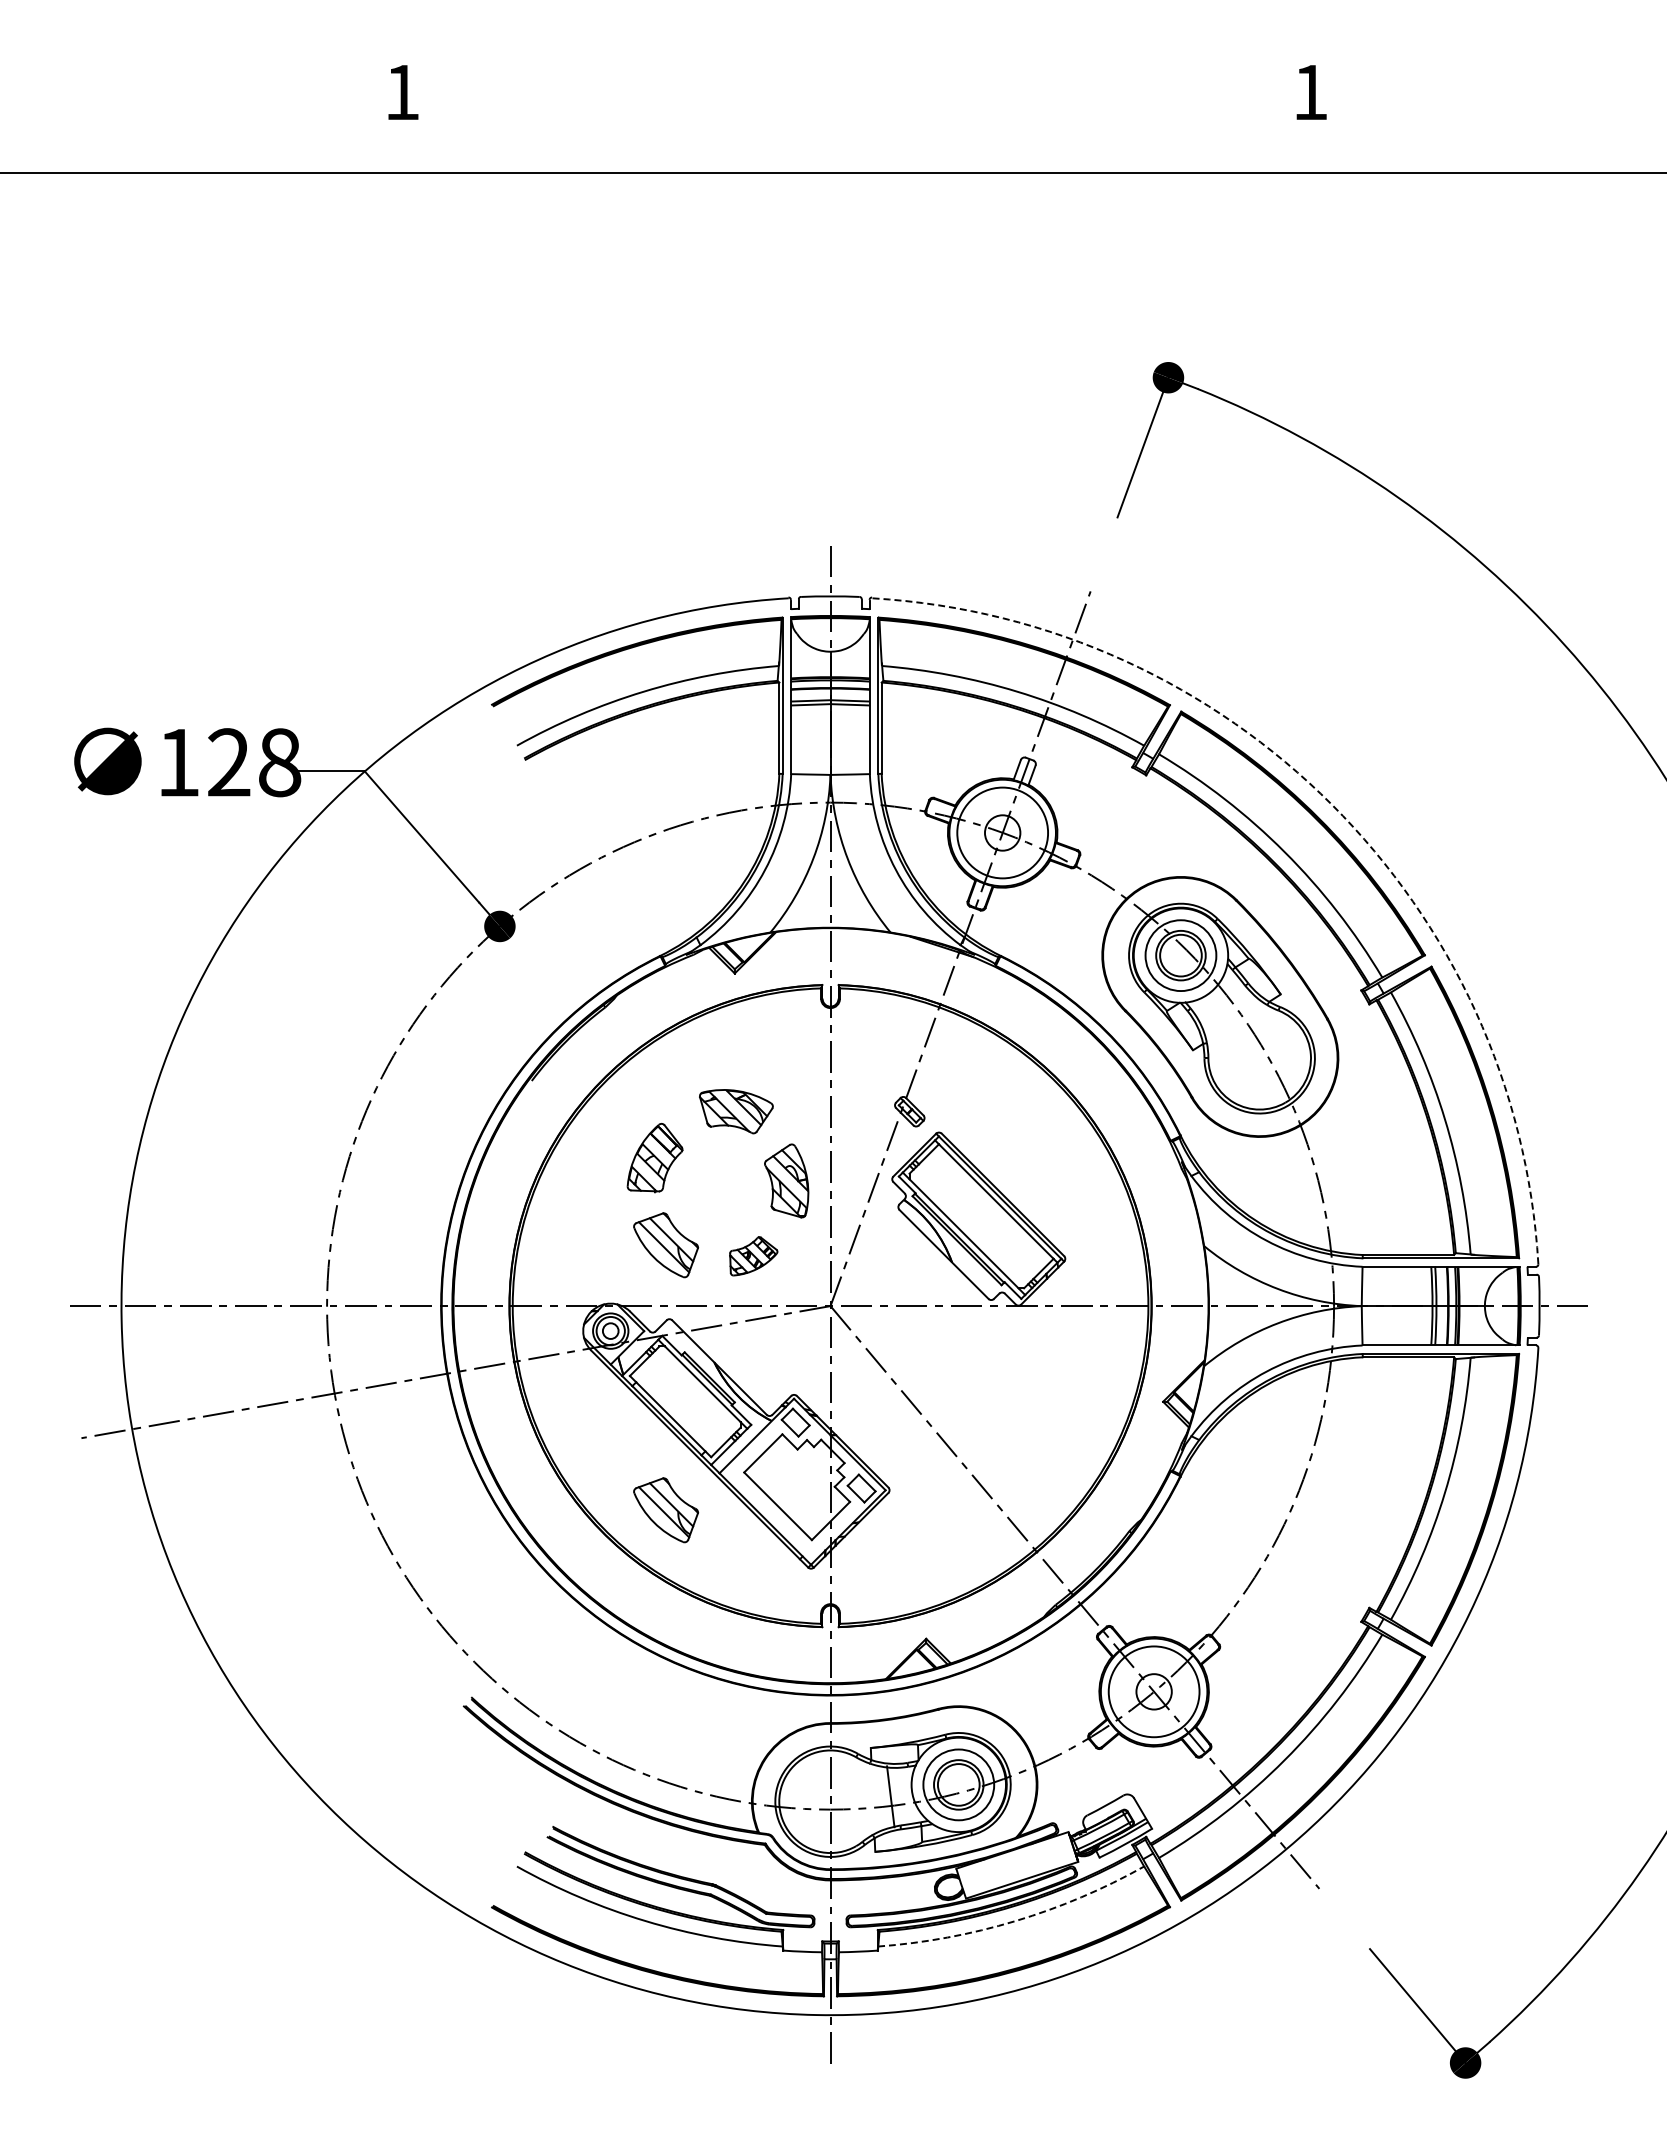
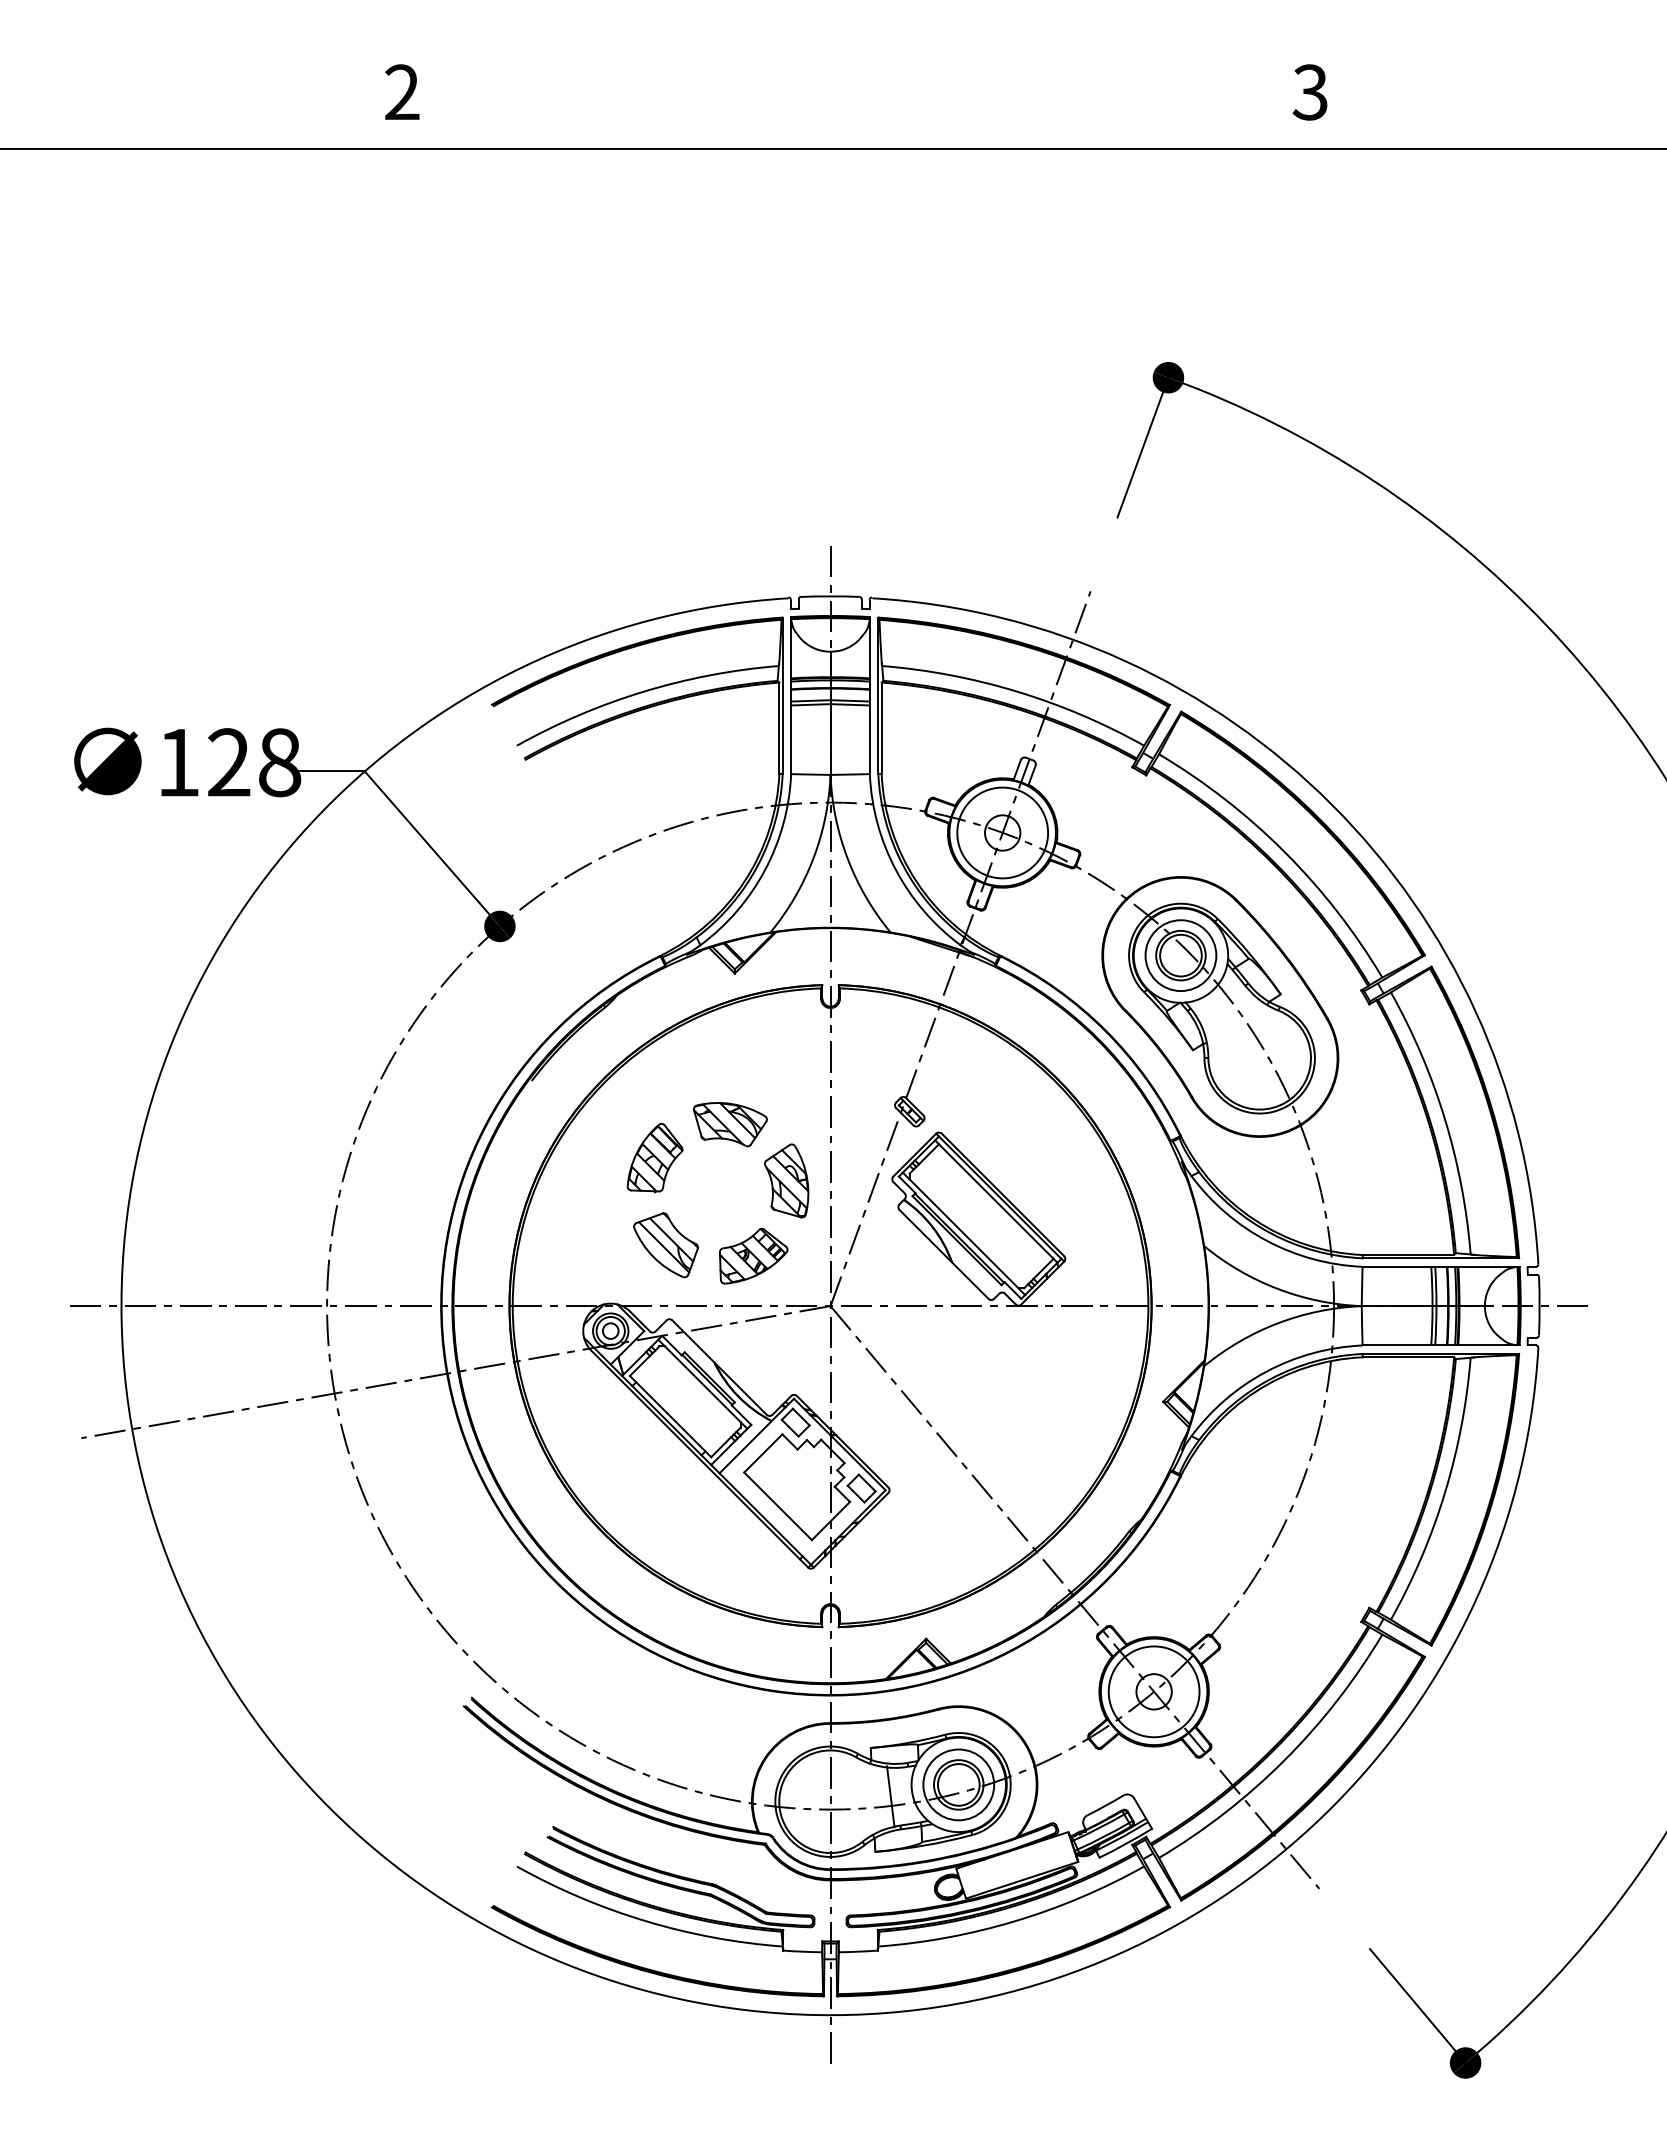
text at (402, 91): 1 -> 2
text at (1309, 92): 1 -> 3
line at (832, 172) position: (832, 172) -> (832, 148)
arc at (1331, 804): dashed -> solid
part at (736, 1111) position: (736, 1111) -> (730, 1124)
part at (753, 1256) size: 50x41 px -> 70x57 px
part at (665, 1510): present -> none
arc at (1015, 1921): dashed -> solid
